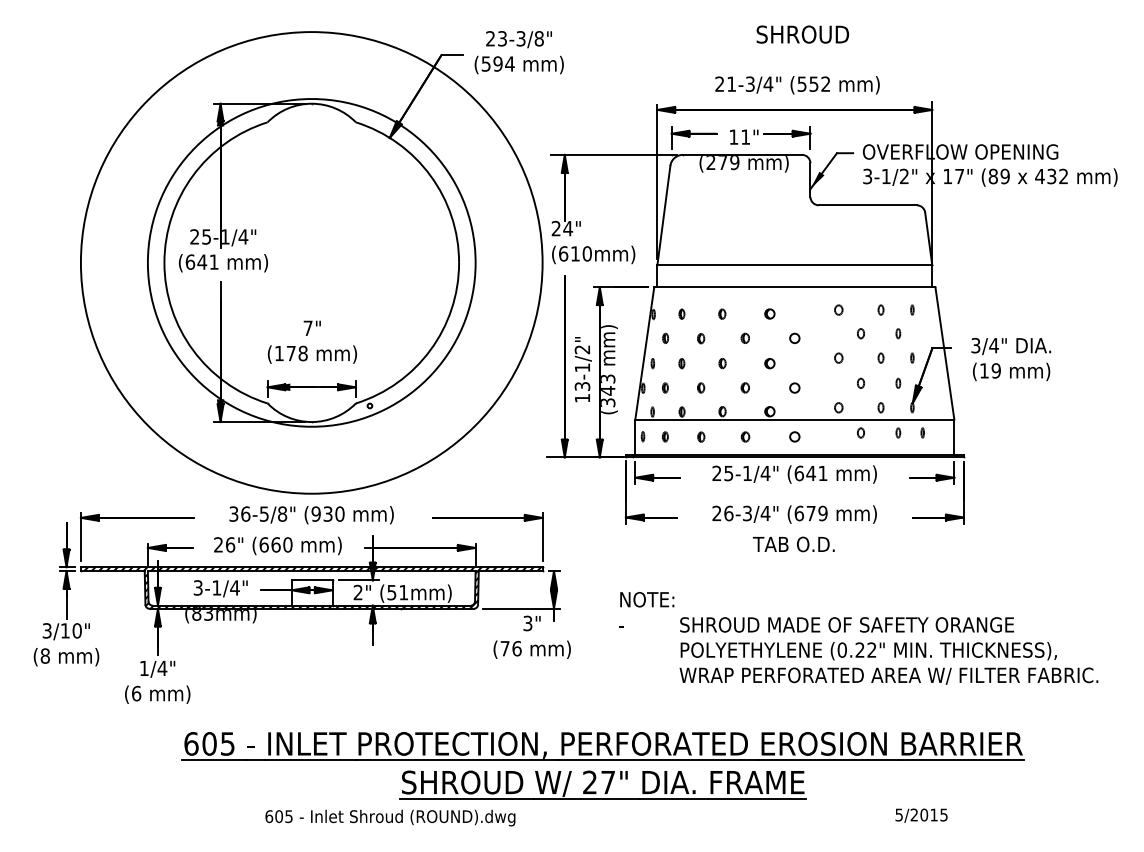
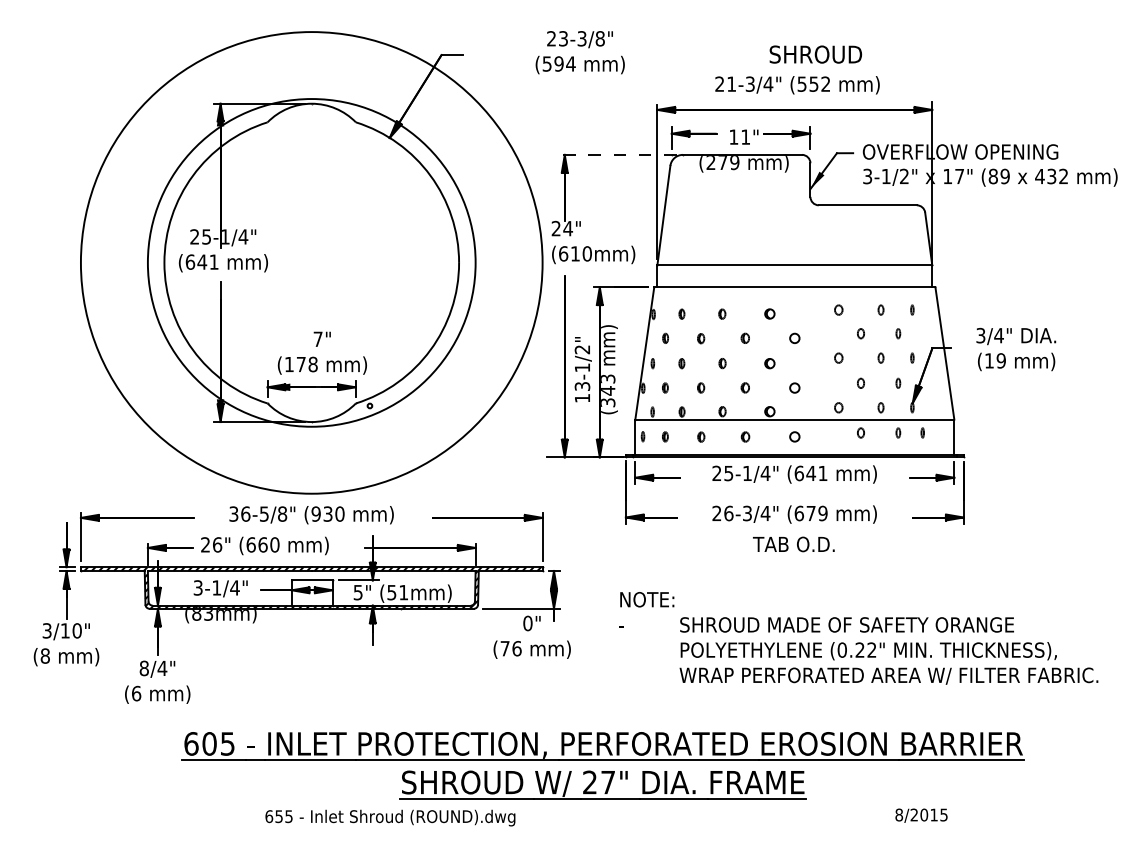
text at (802, 34) position: (802, 34) -> (815, 54)
text at (518, 52) position: (518, 52) -> (579, 52)
line at (613, 154): solid -> dashed
text at (311, 341) position: (311, 341) -> (321, 352)
text at (1011, 359) position: (1011, 359) -> (1016, 349)
text at (277, 545) position: (277, 545) -> (264, 545)
text at (357, 592): 2" -> 5"
text at (527, 623): 3" -> 0"
text at (143, 668): 1/4" -> 8/4"
text at (899, 814): 5/2015 -> 8/2015
text at (278, 816): 605 -> 655
